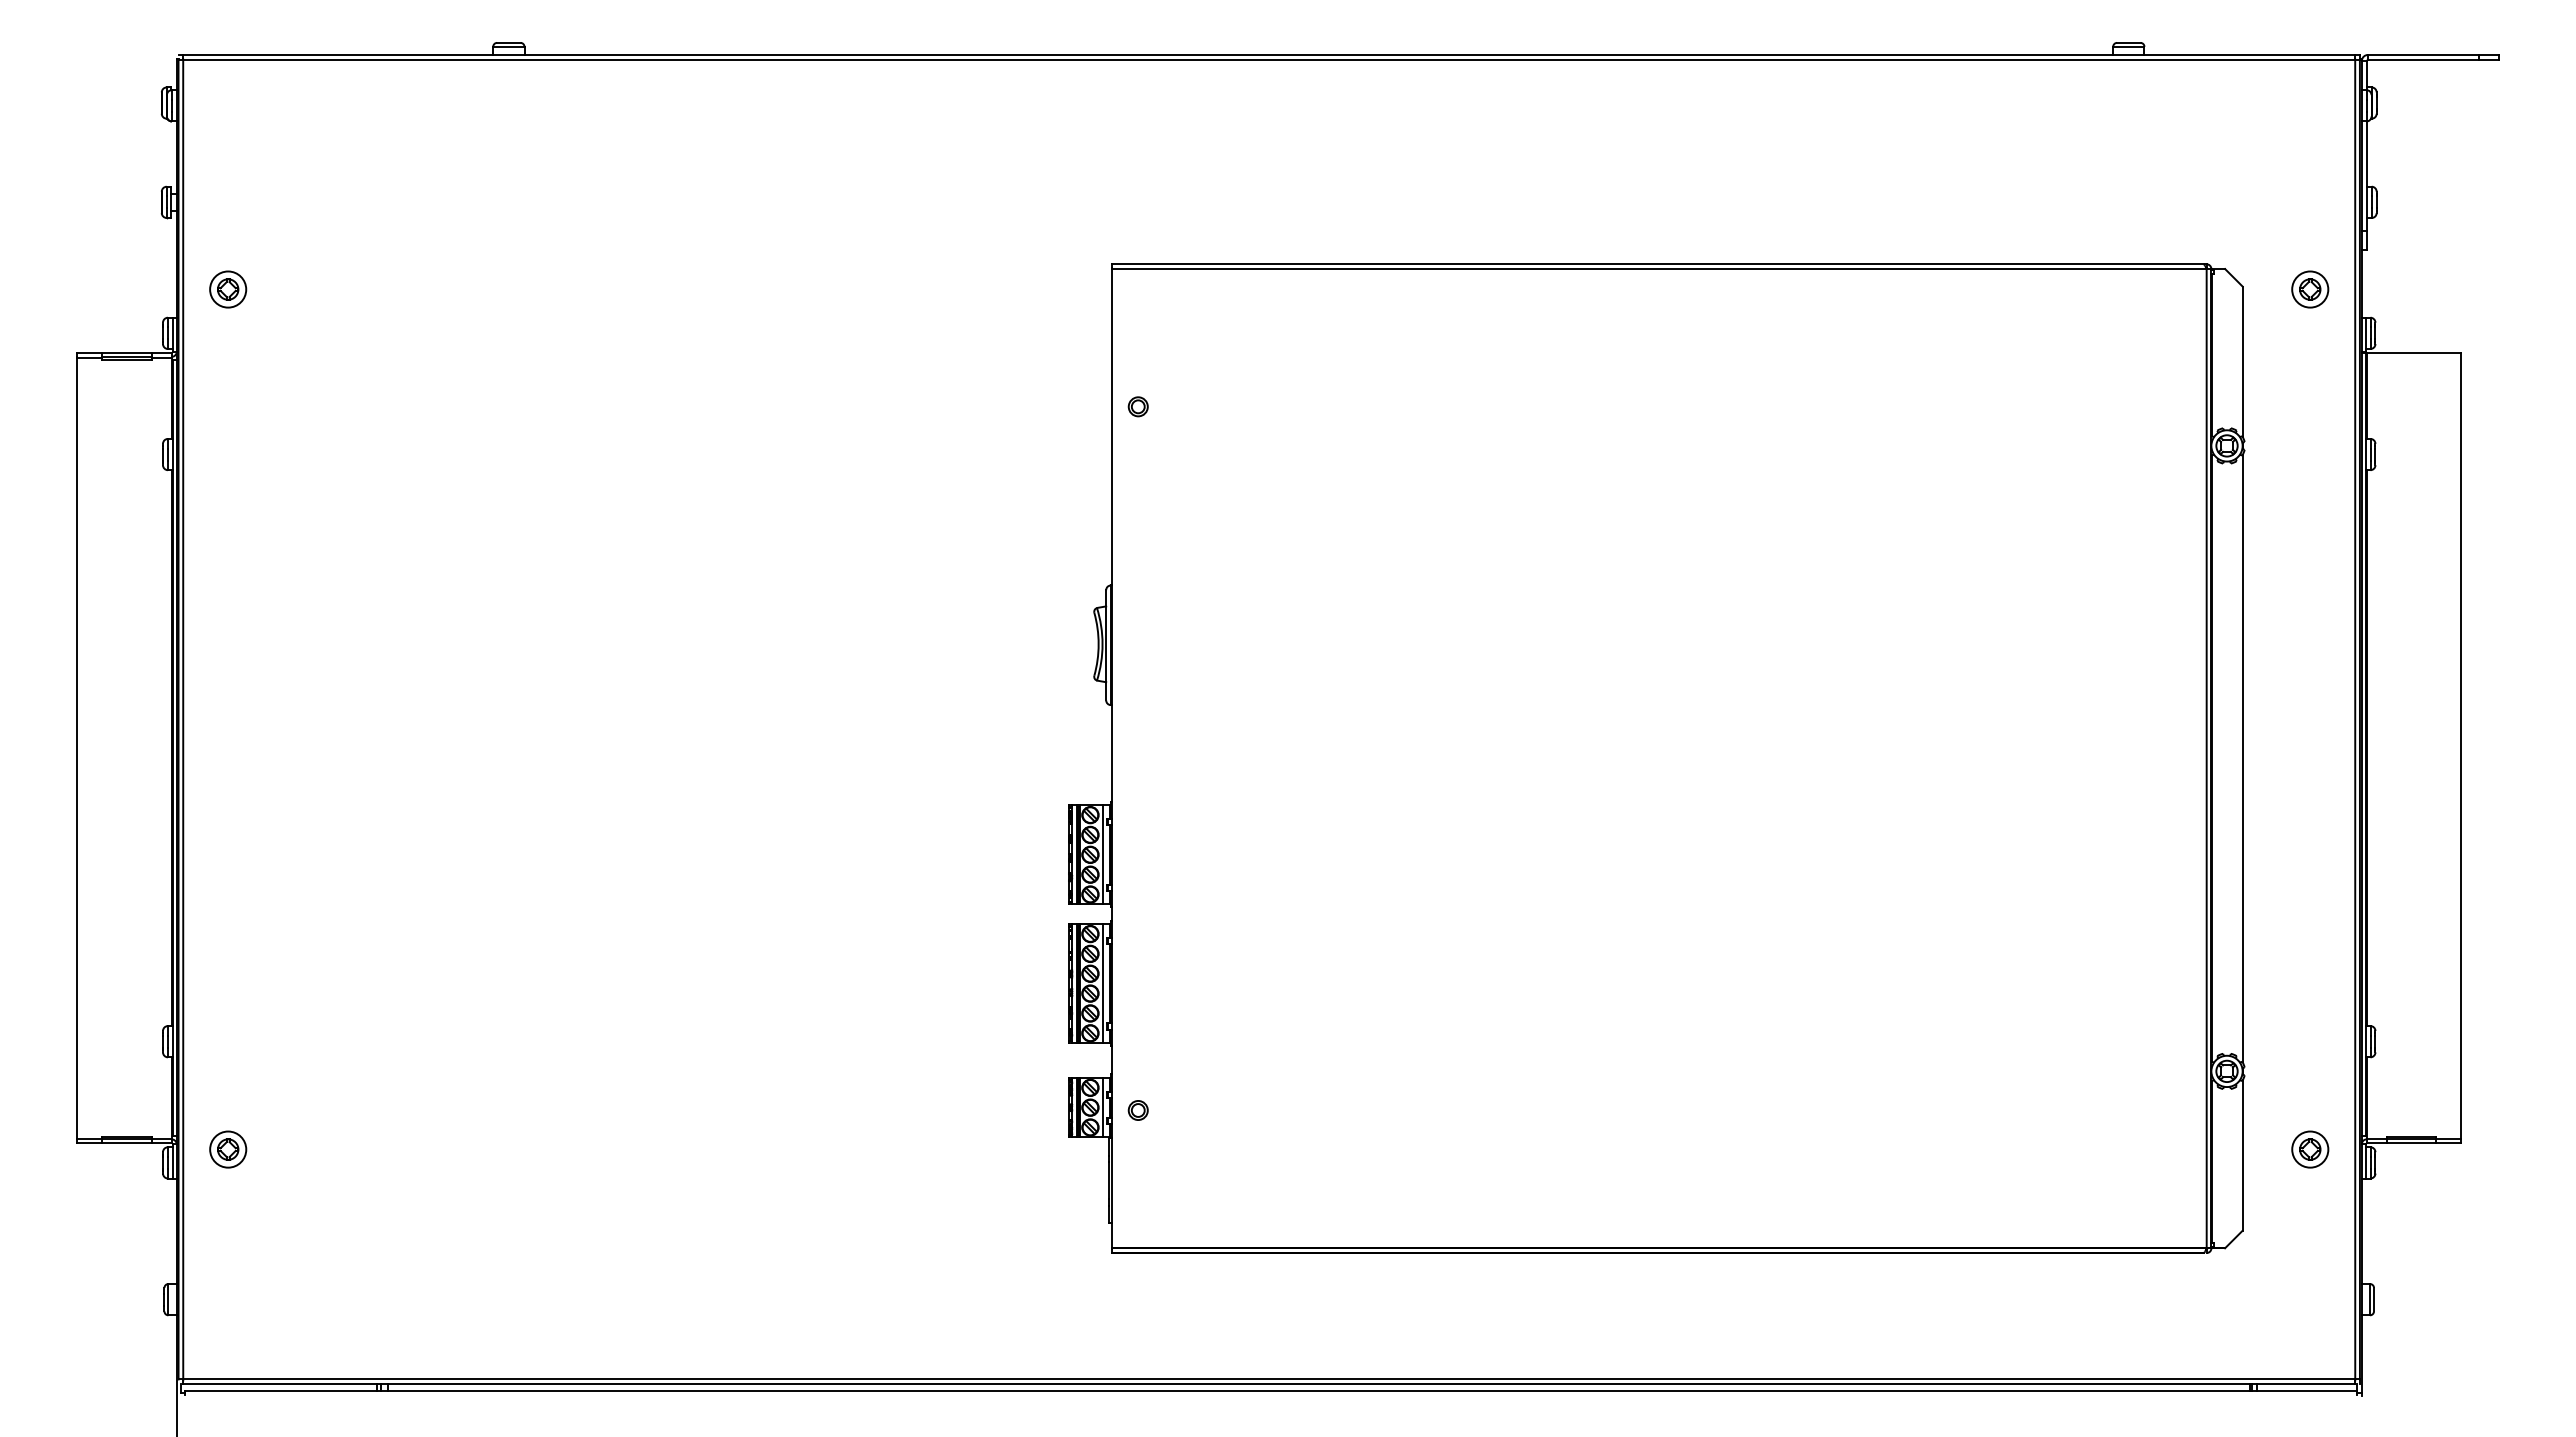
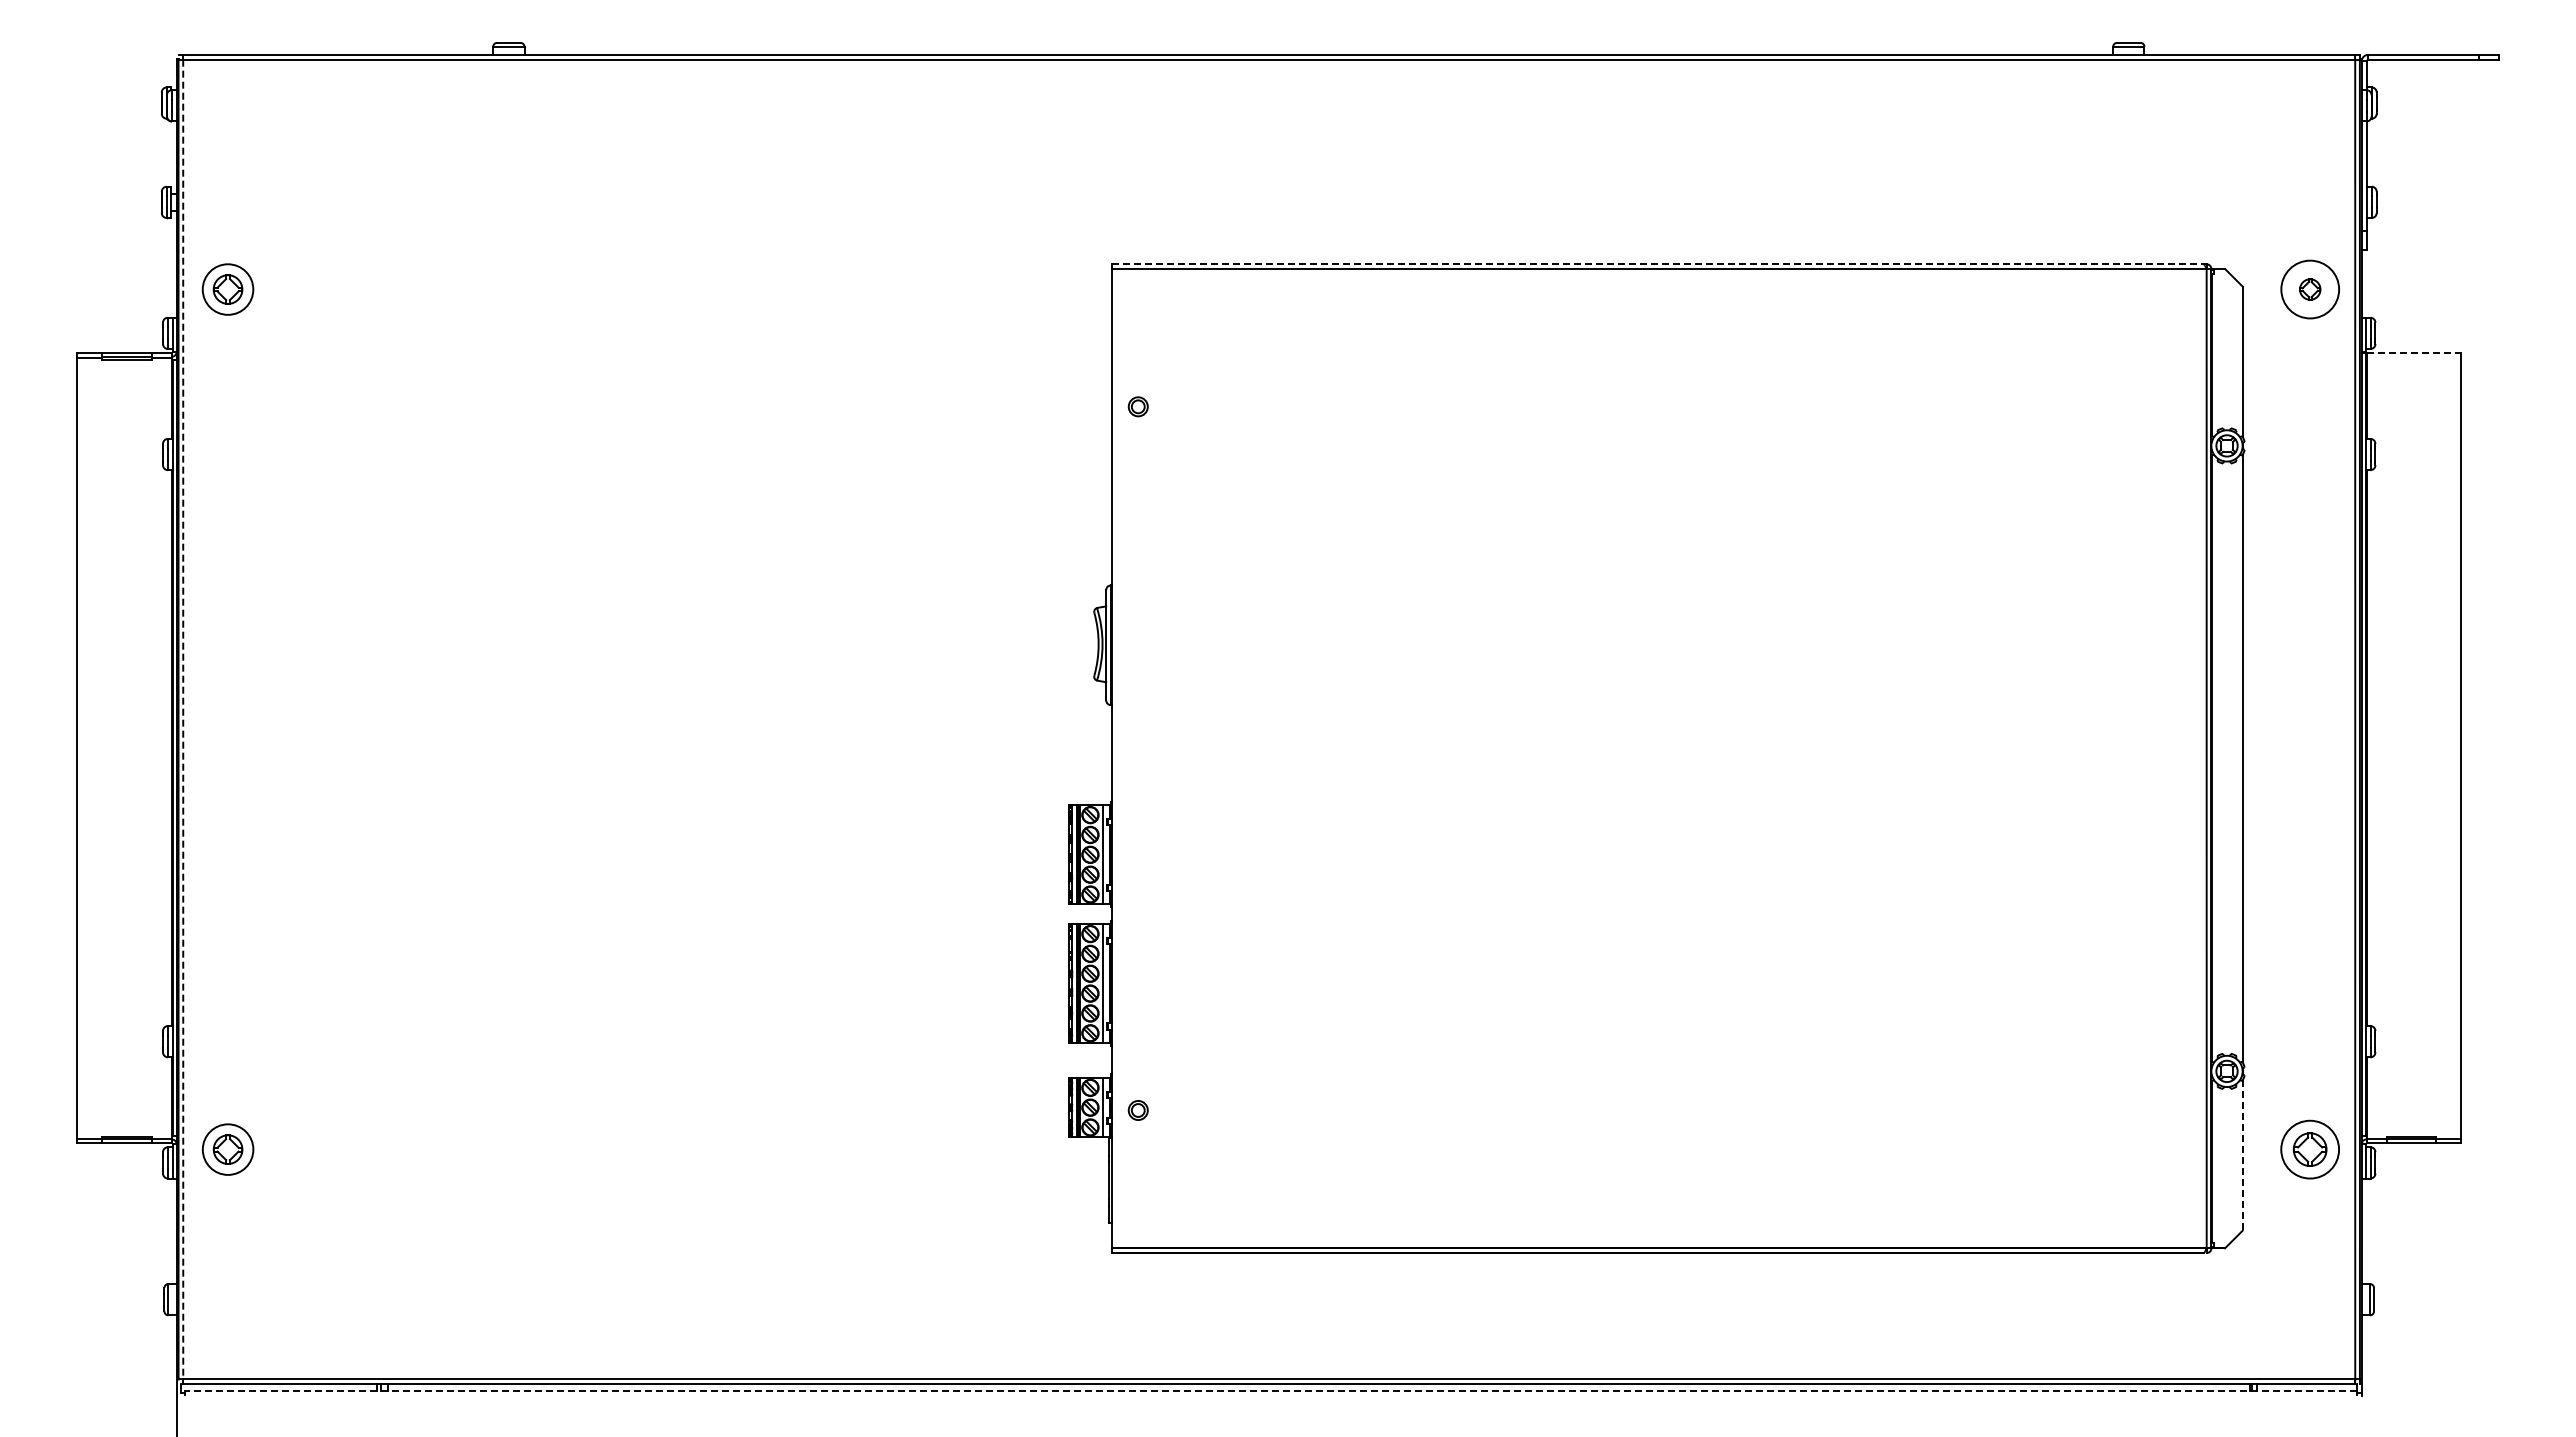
line at (1659, 264): solid -> dashed
part at (228, 289) size: 39x39 px -> 54x53 px
circle at (2310, 289) diameter: 36 px -> 58 px
line at (2414, 352): solid -> dashed
line at (183, 720): solid -> dashed
part at (228, 1149) size: 39x39 px -> 54x53 px
part at (2310, 1149) size: 39x39 px -> 60x61 px
line at (2242, 1156): solid -> dashed
line at (1271, 1391): solid -> dashed
